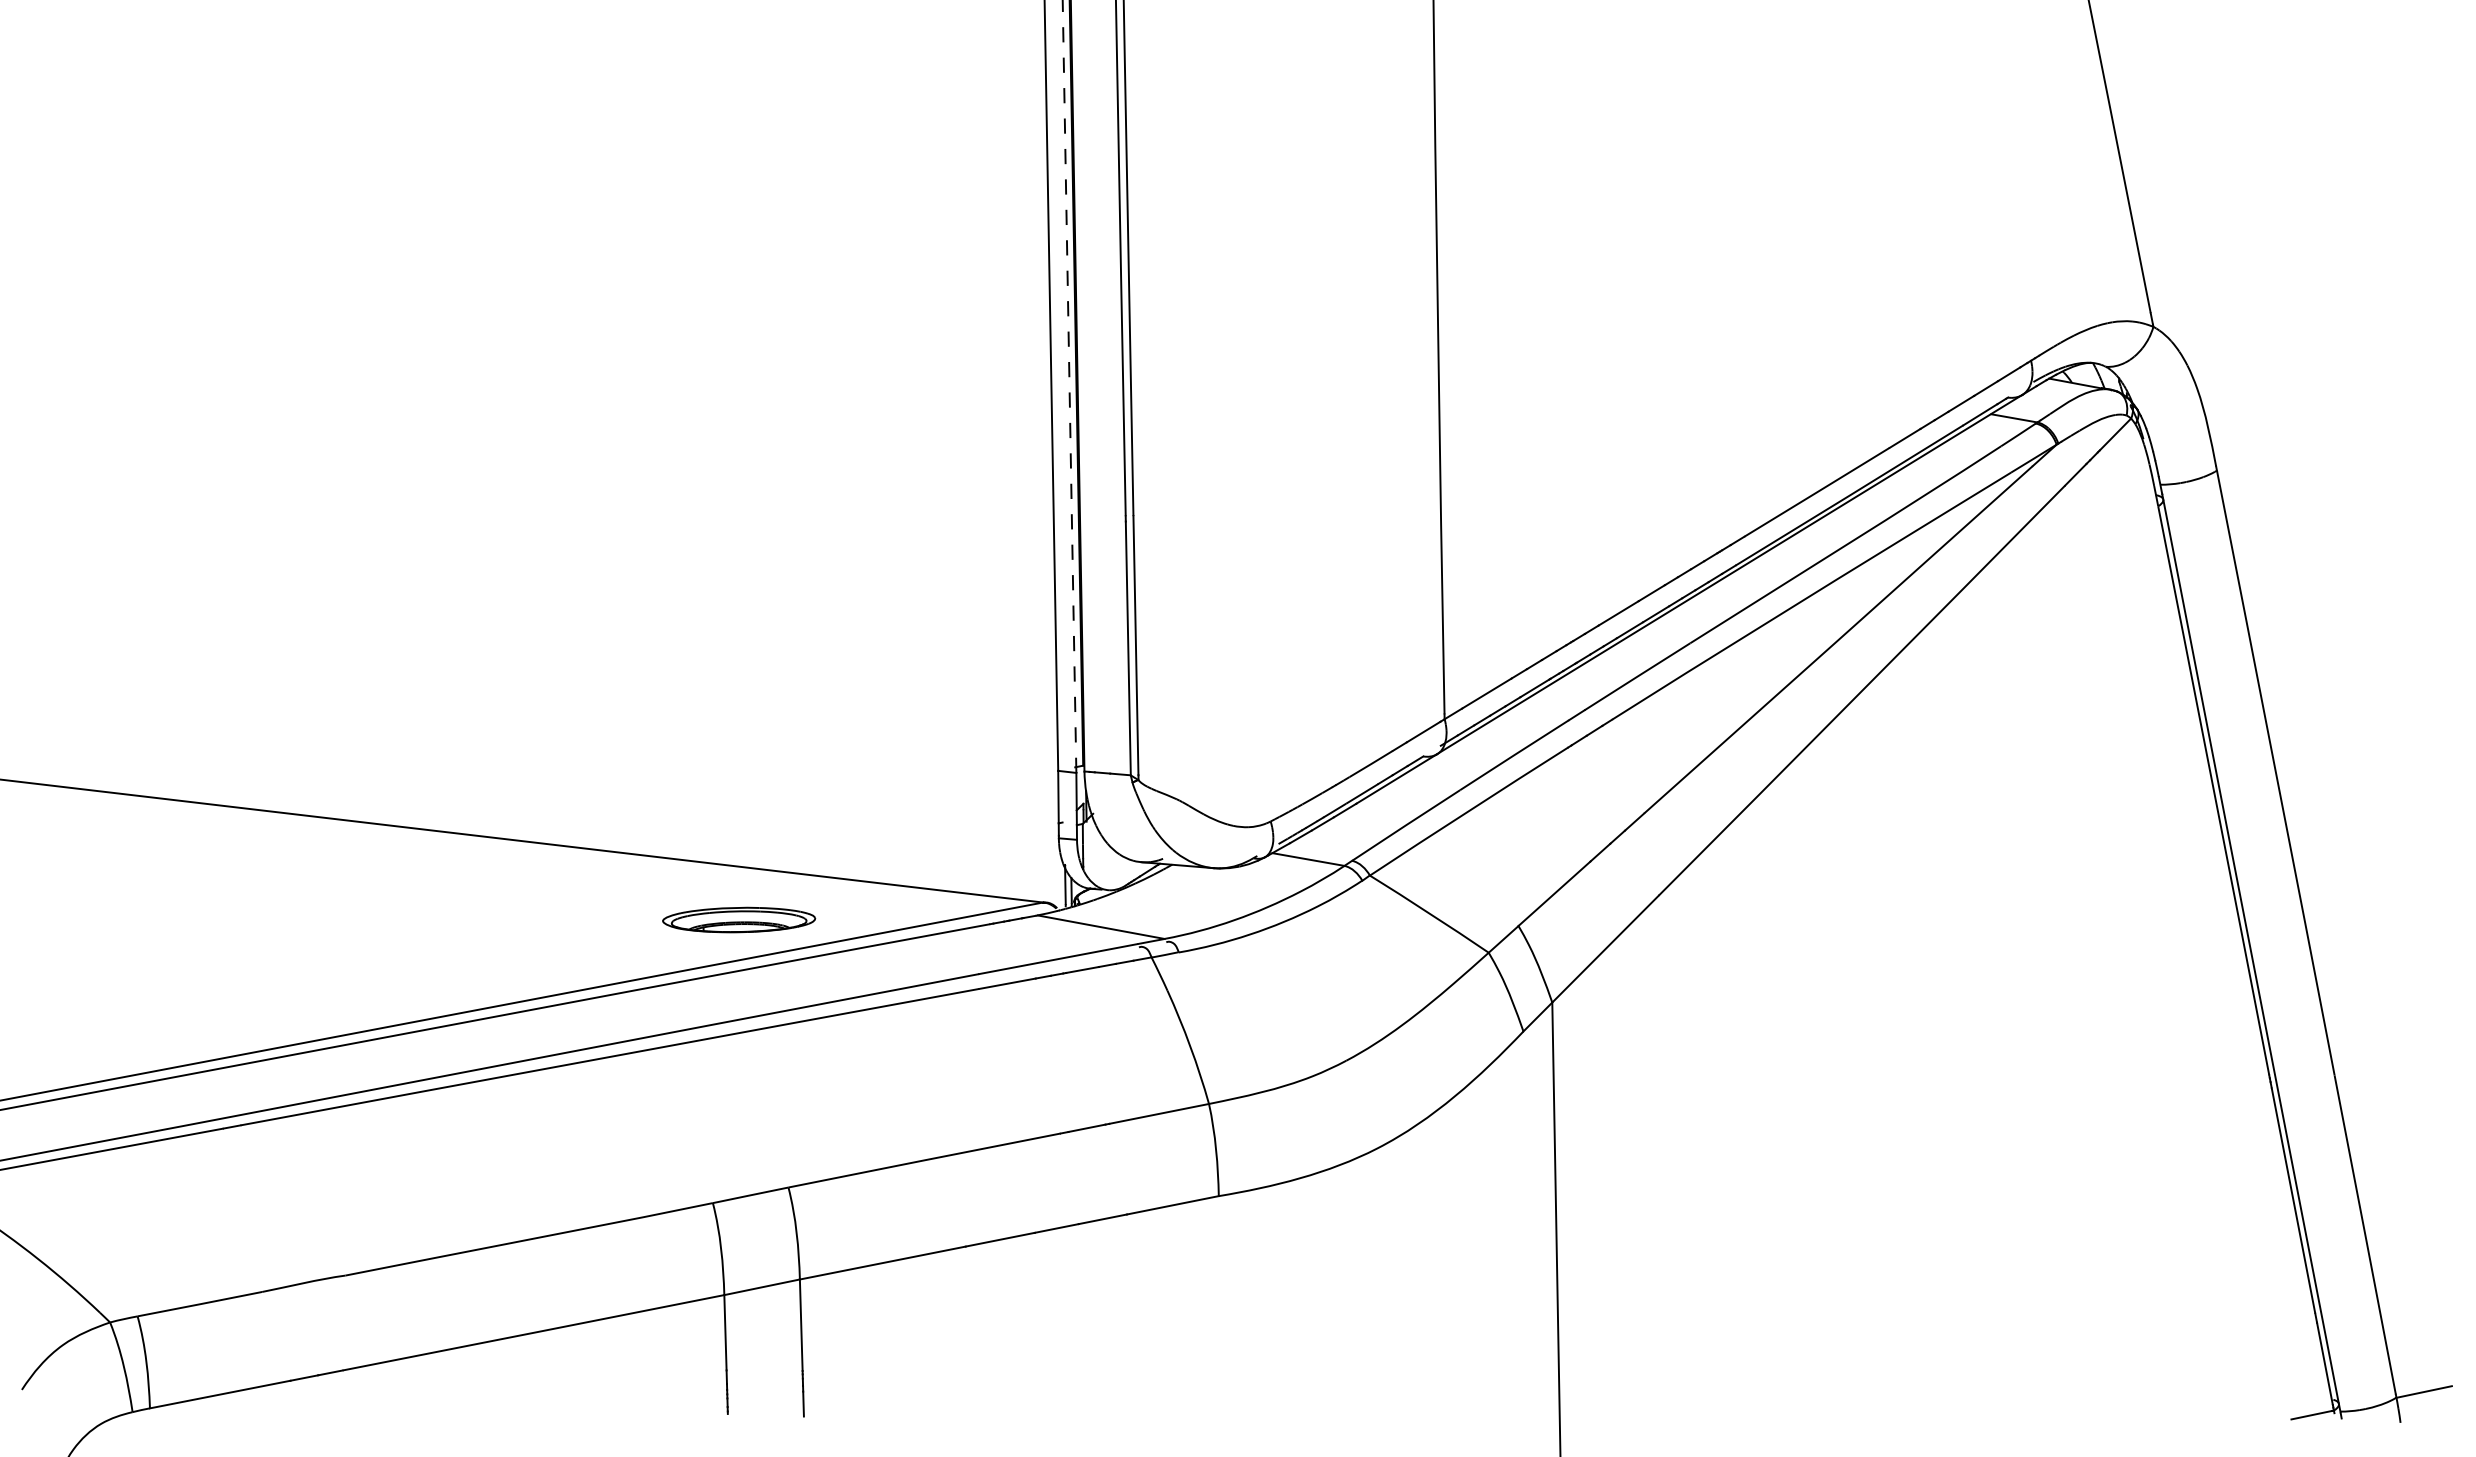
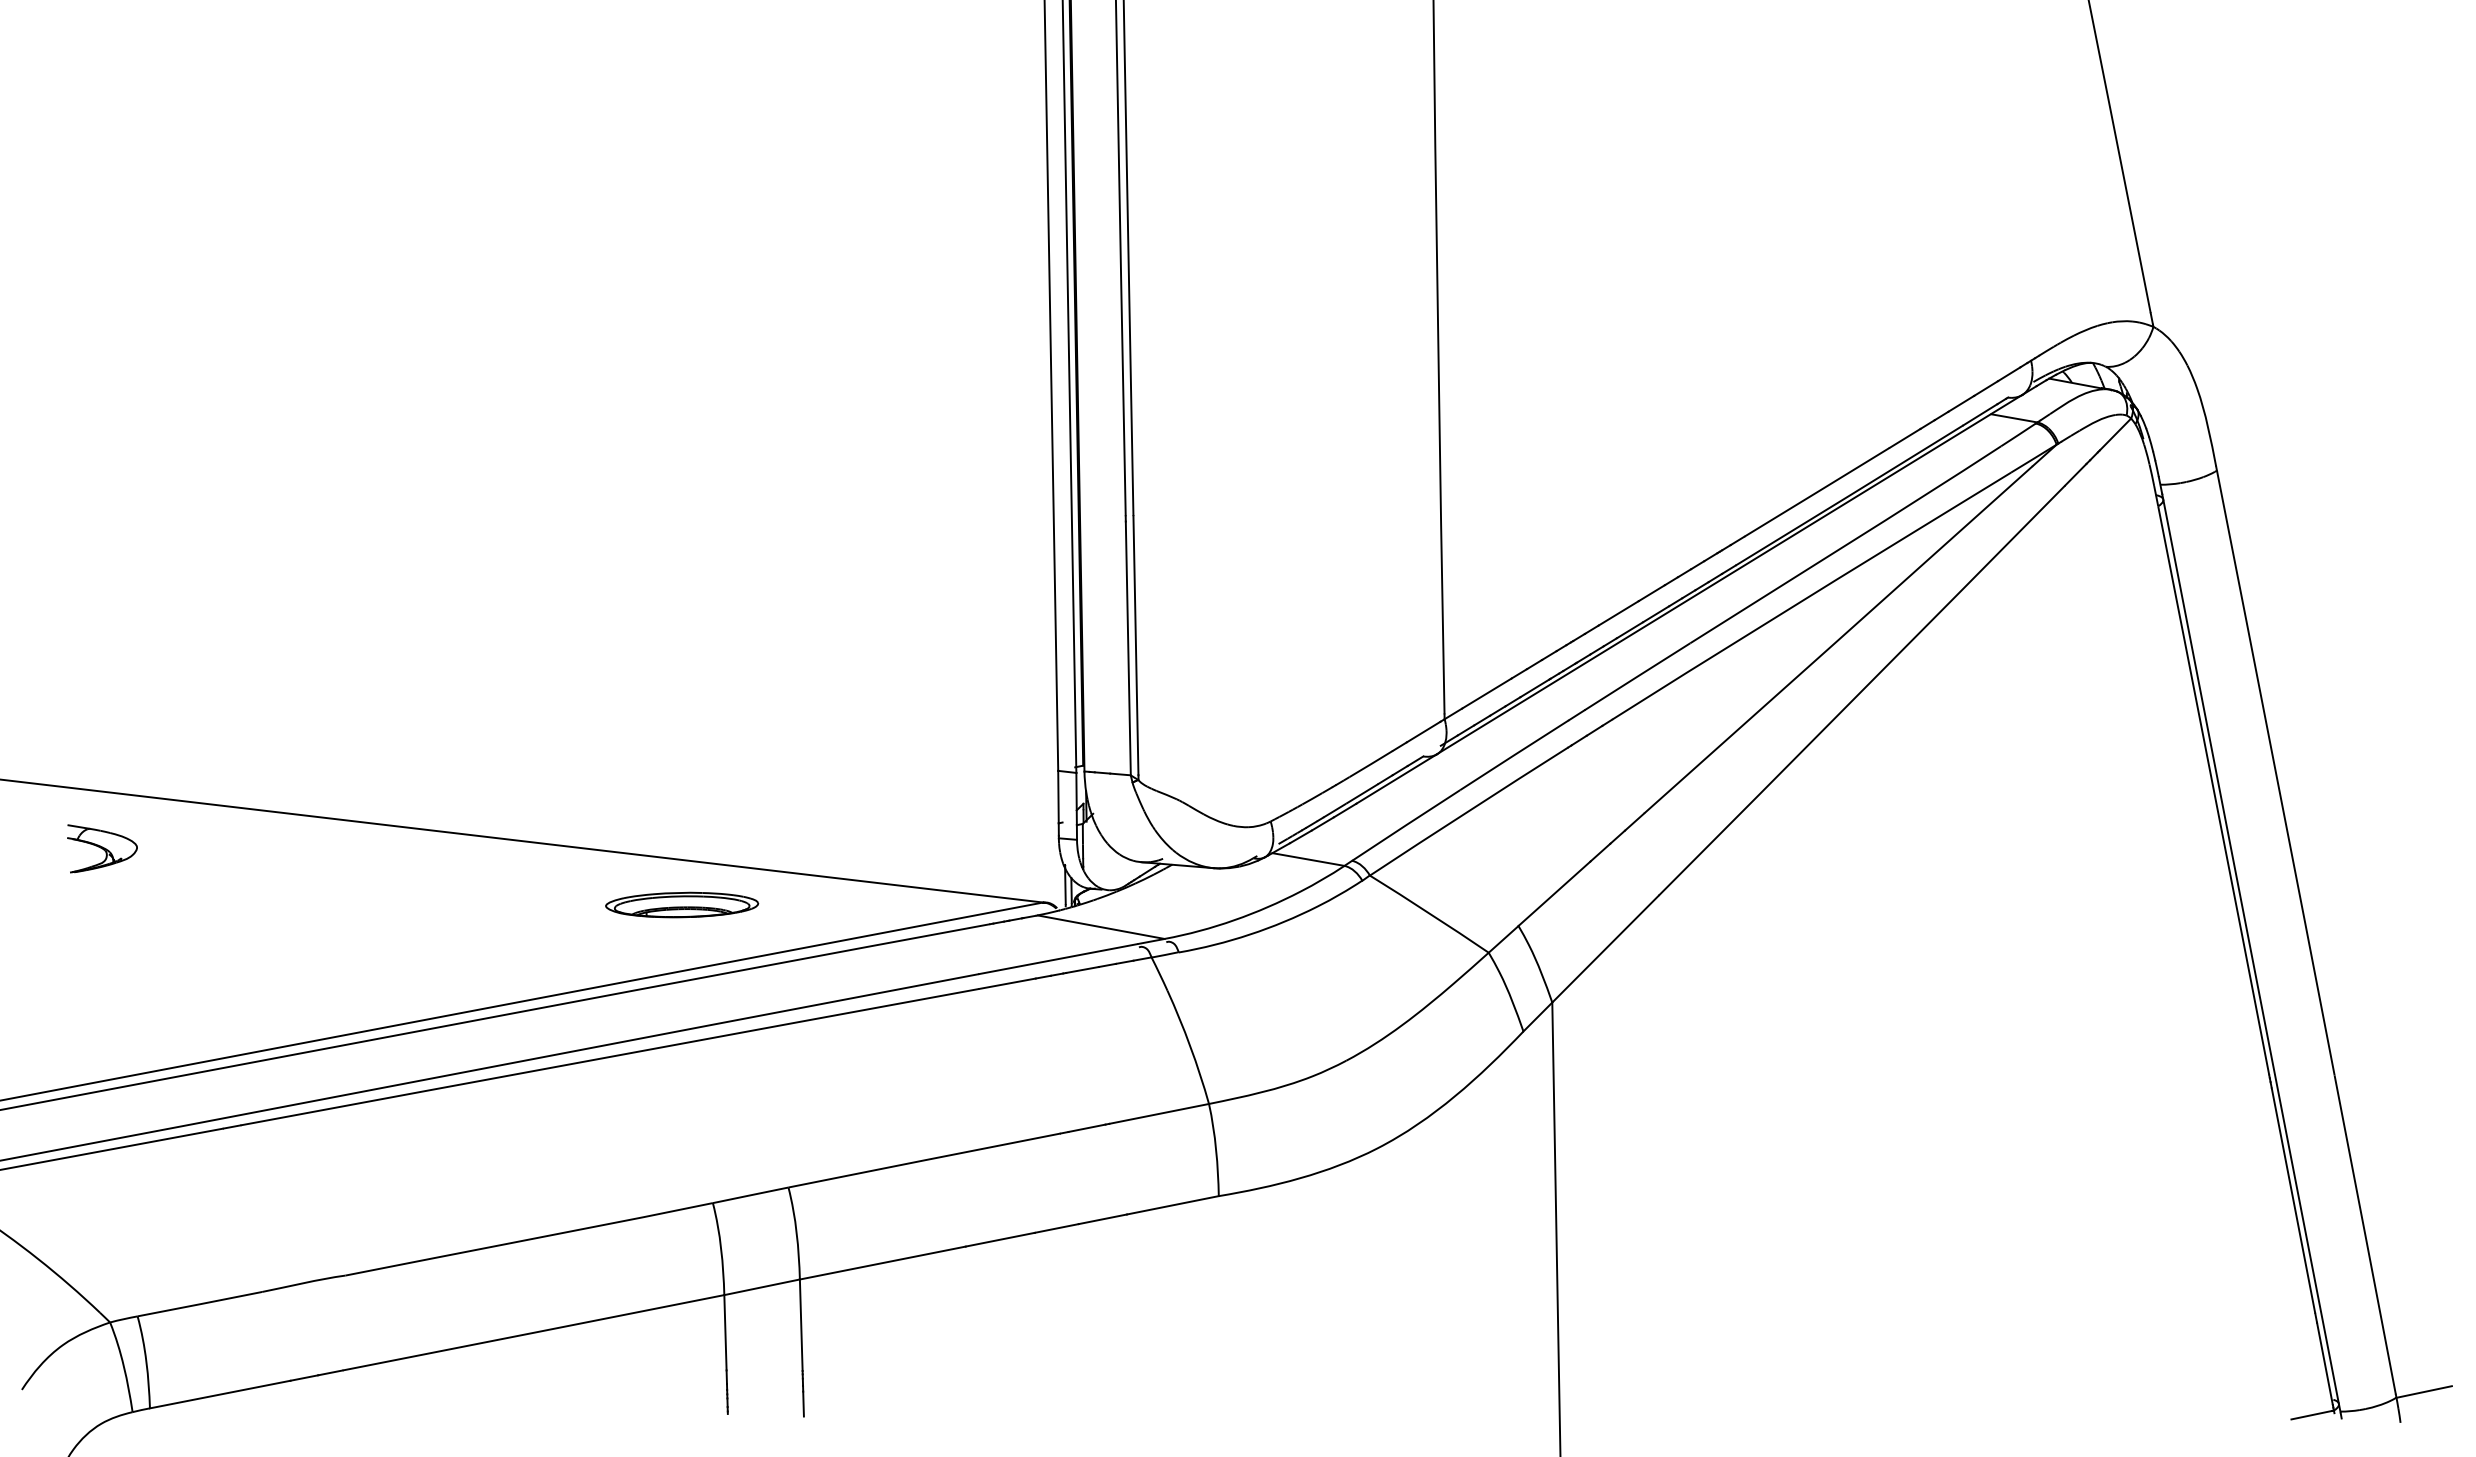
line at (1069, 386): dashed -> solid
part at (102, 848): none -> present
part at (739, 919) position: (739, 919) -> (682, 904)
